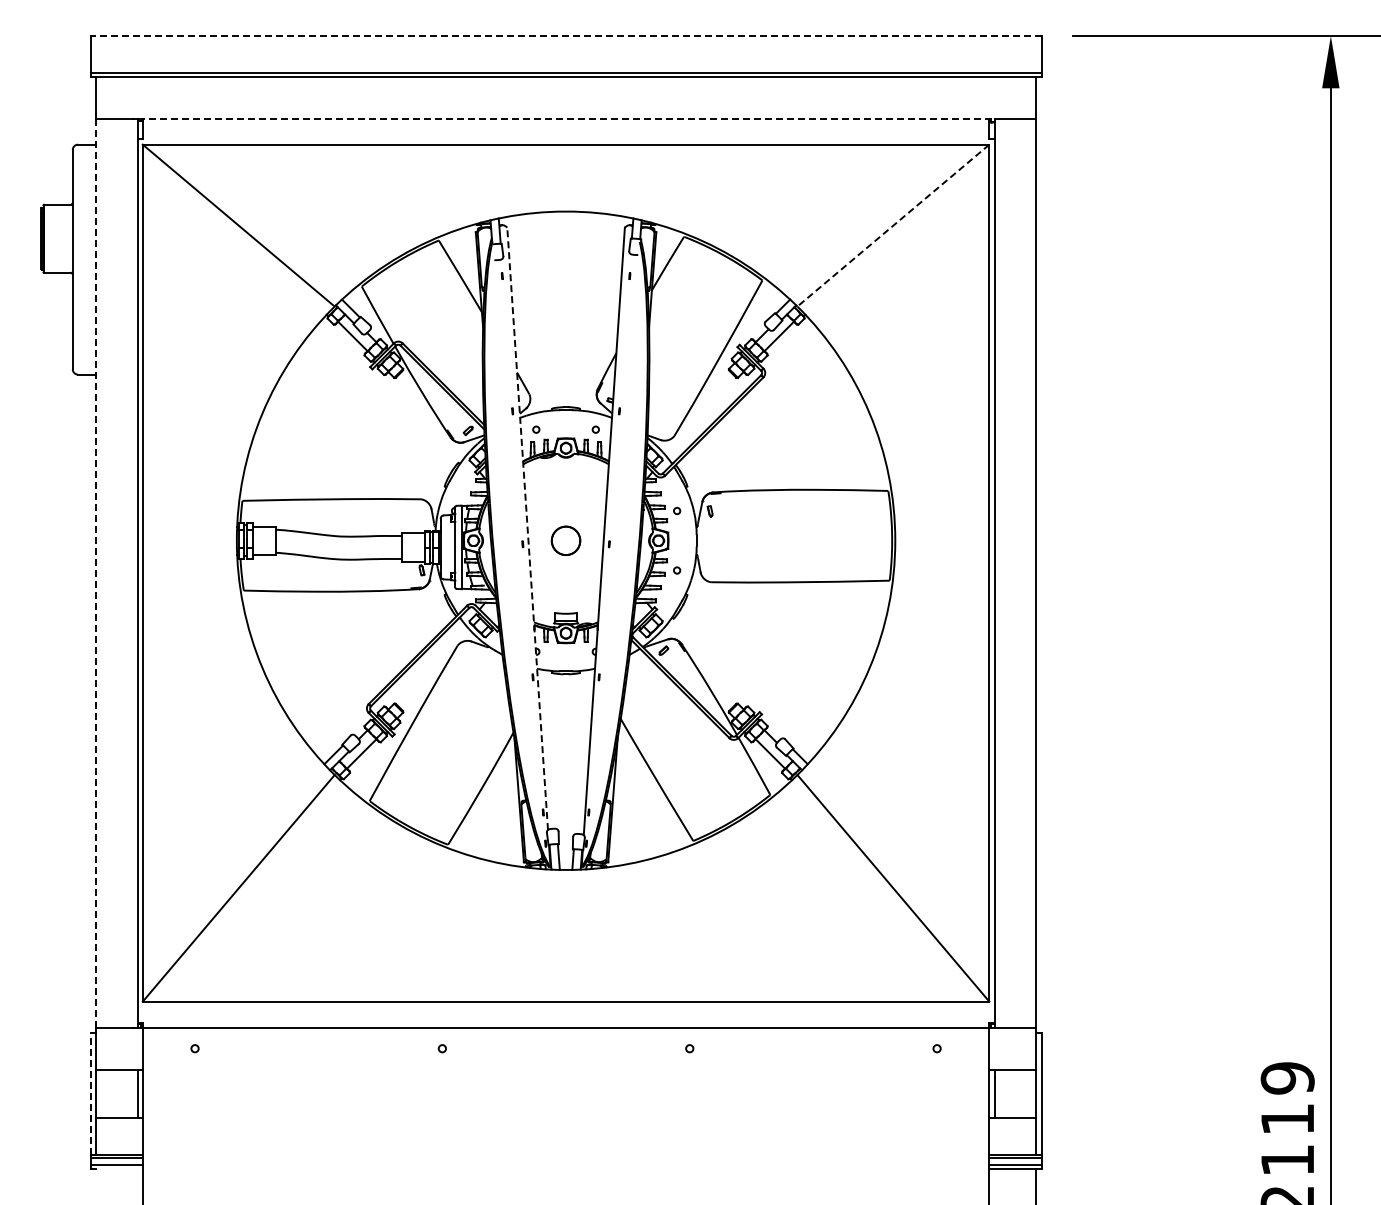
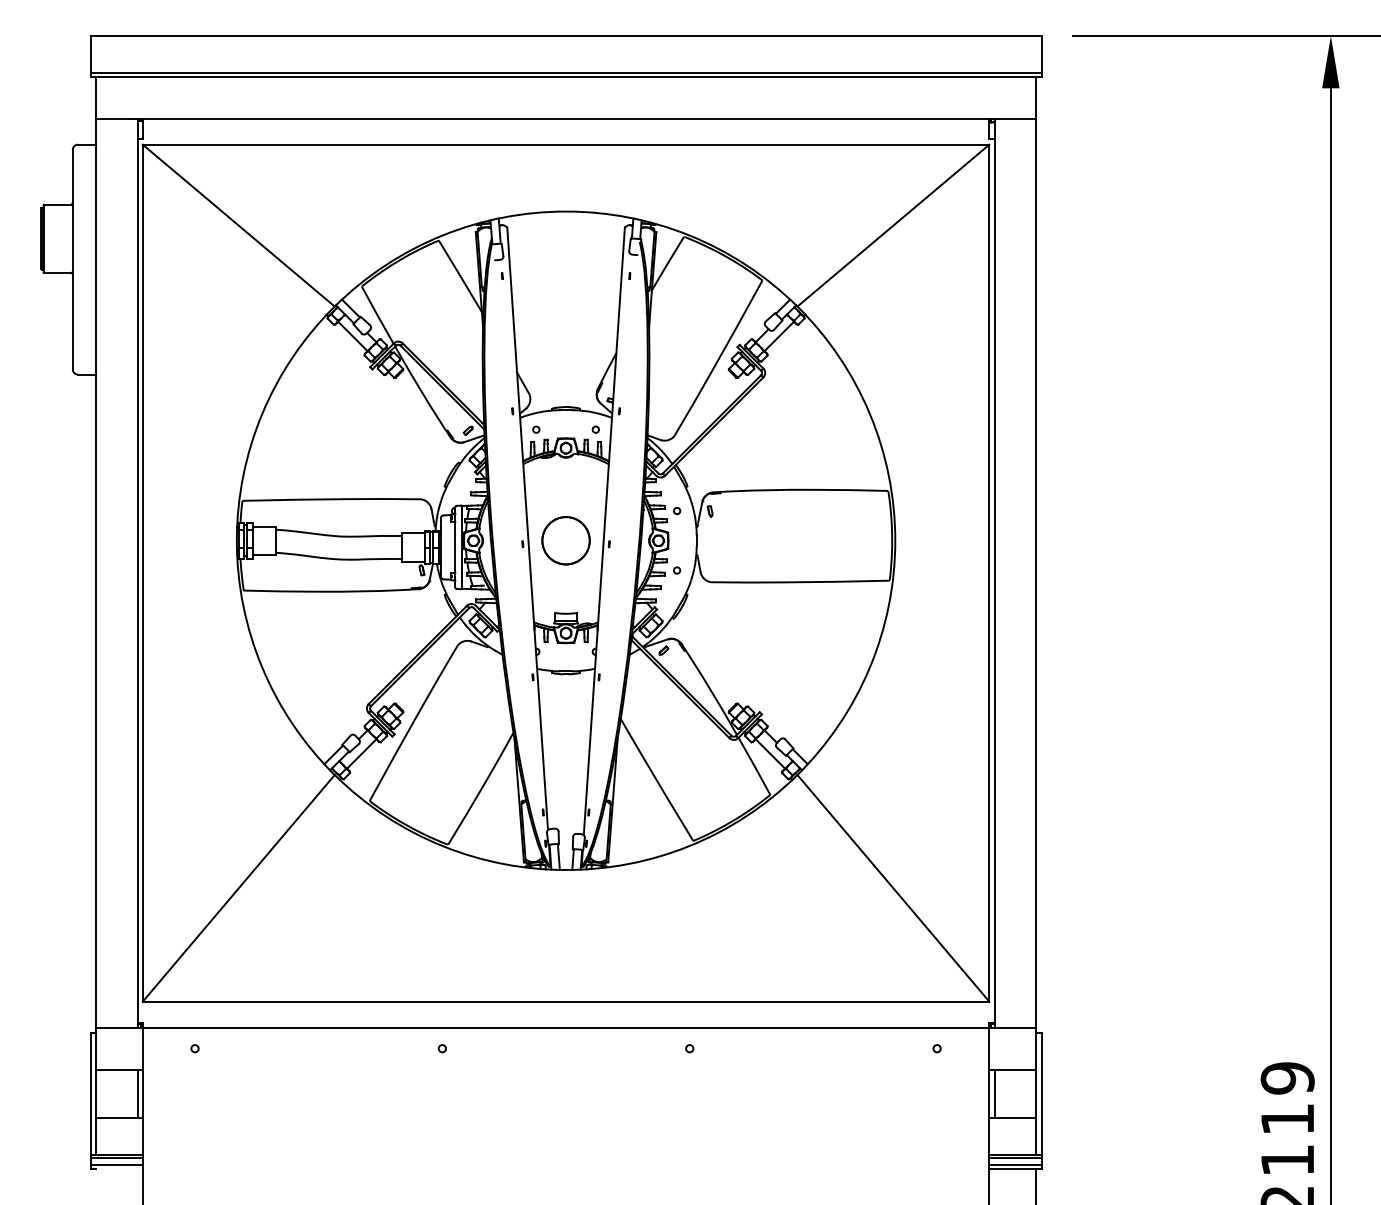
line at (566, 36): dashed -> solid
line at (566, 118): dashed -> solid
line at (893, 225): dashed -> solid
line at (527, 528): dashed -> solid
circle at (565, 540) size: 32x31 px -> 50x50 px
line at (95, 573): dashed -> solid
line at (90, 1093): dashed -> solid
